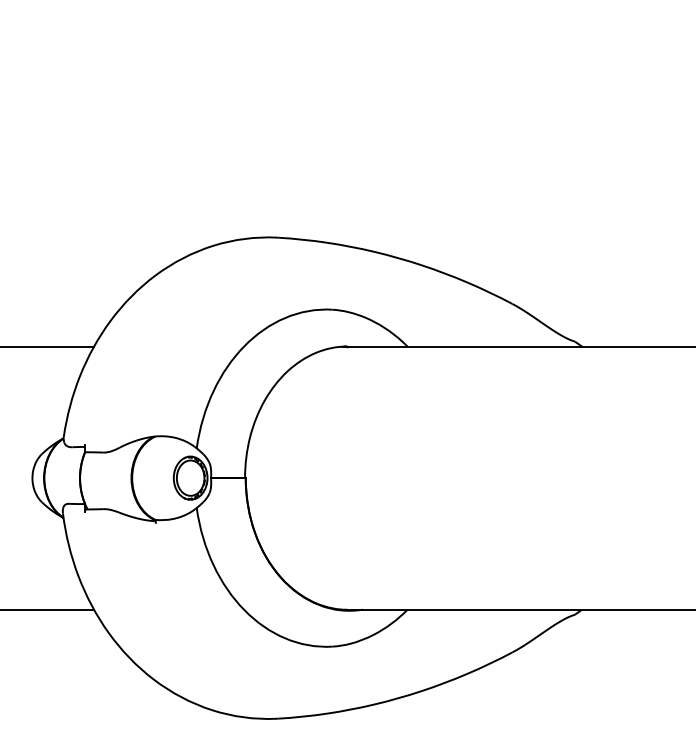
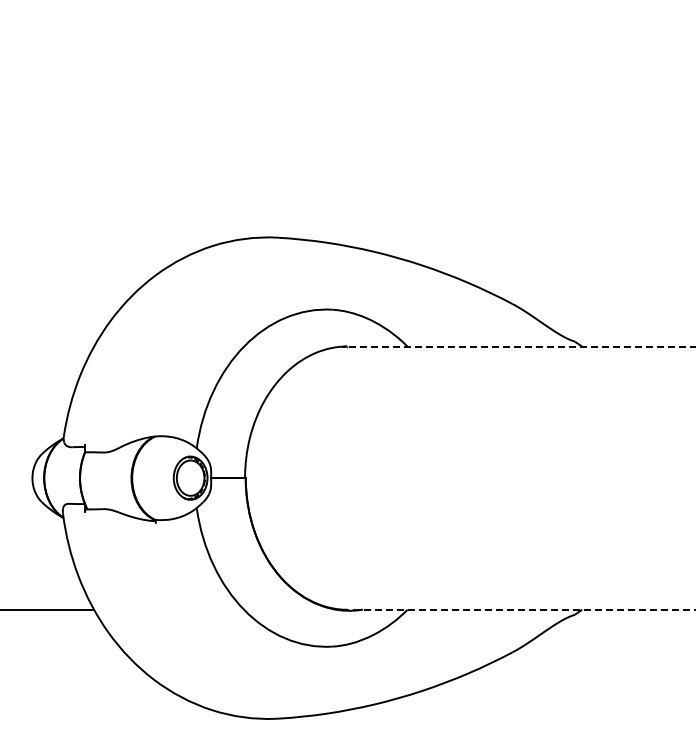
line at (48, 346): present -> none
line at (518, 346): solid -> dashed
line at (519, 609): solid -> dashed
